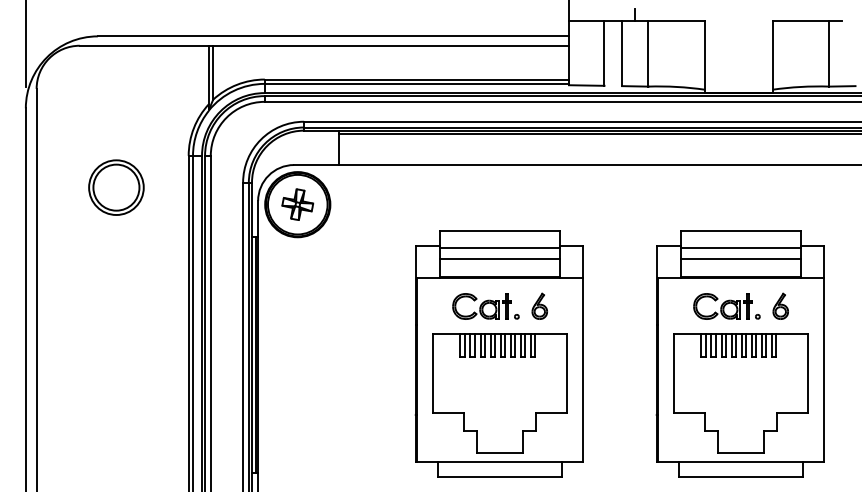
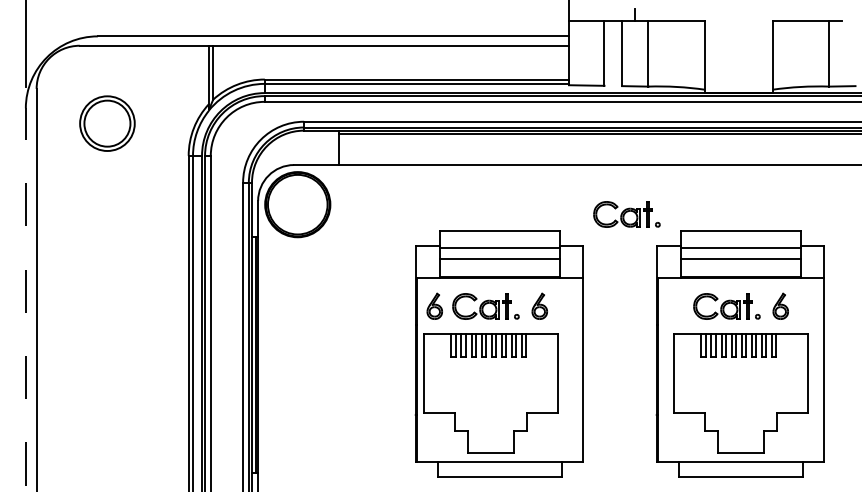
part at (116, 187) position: (116, 187) -> (107, 123)
part at (297, 204): present -> none
part at (626, 214): none -> present
line at (25, 299): solid -> dashed
part at (434, 305): none -> present
part at (499, 393) position: (499, 393) -> (490, 393)
